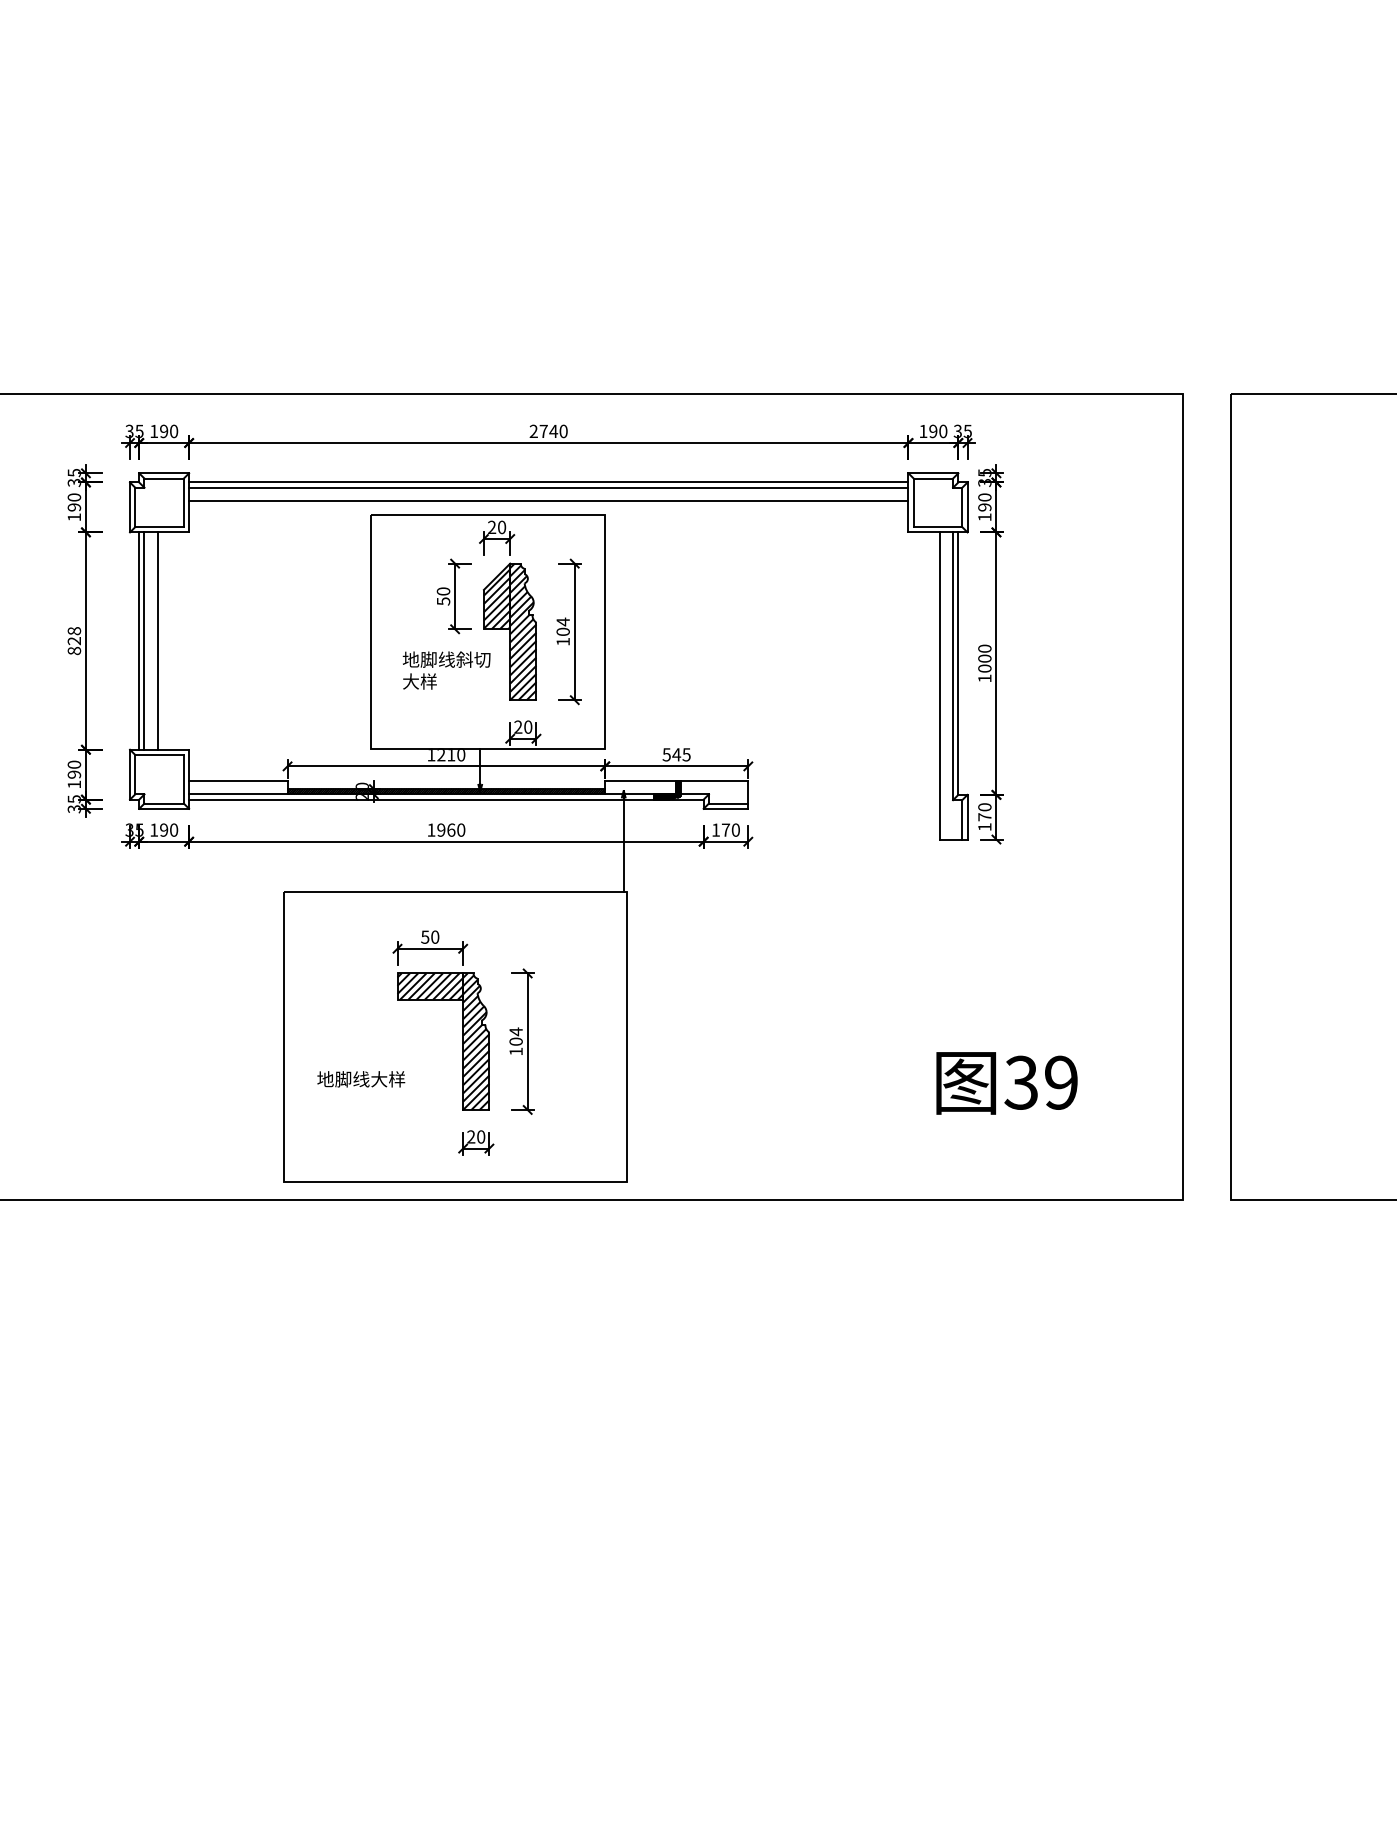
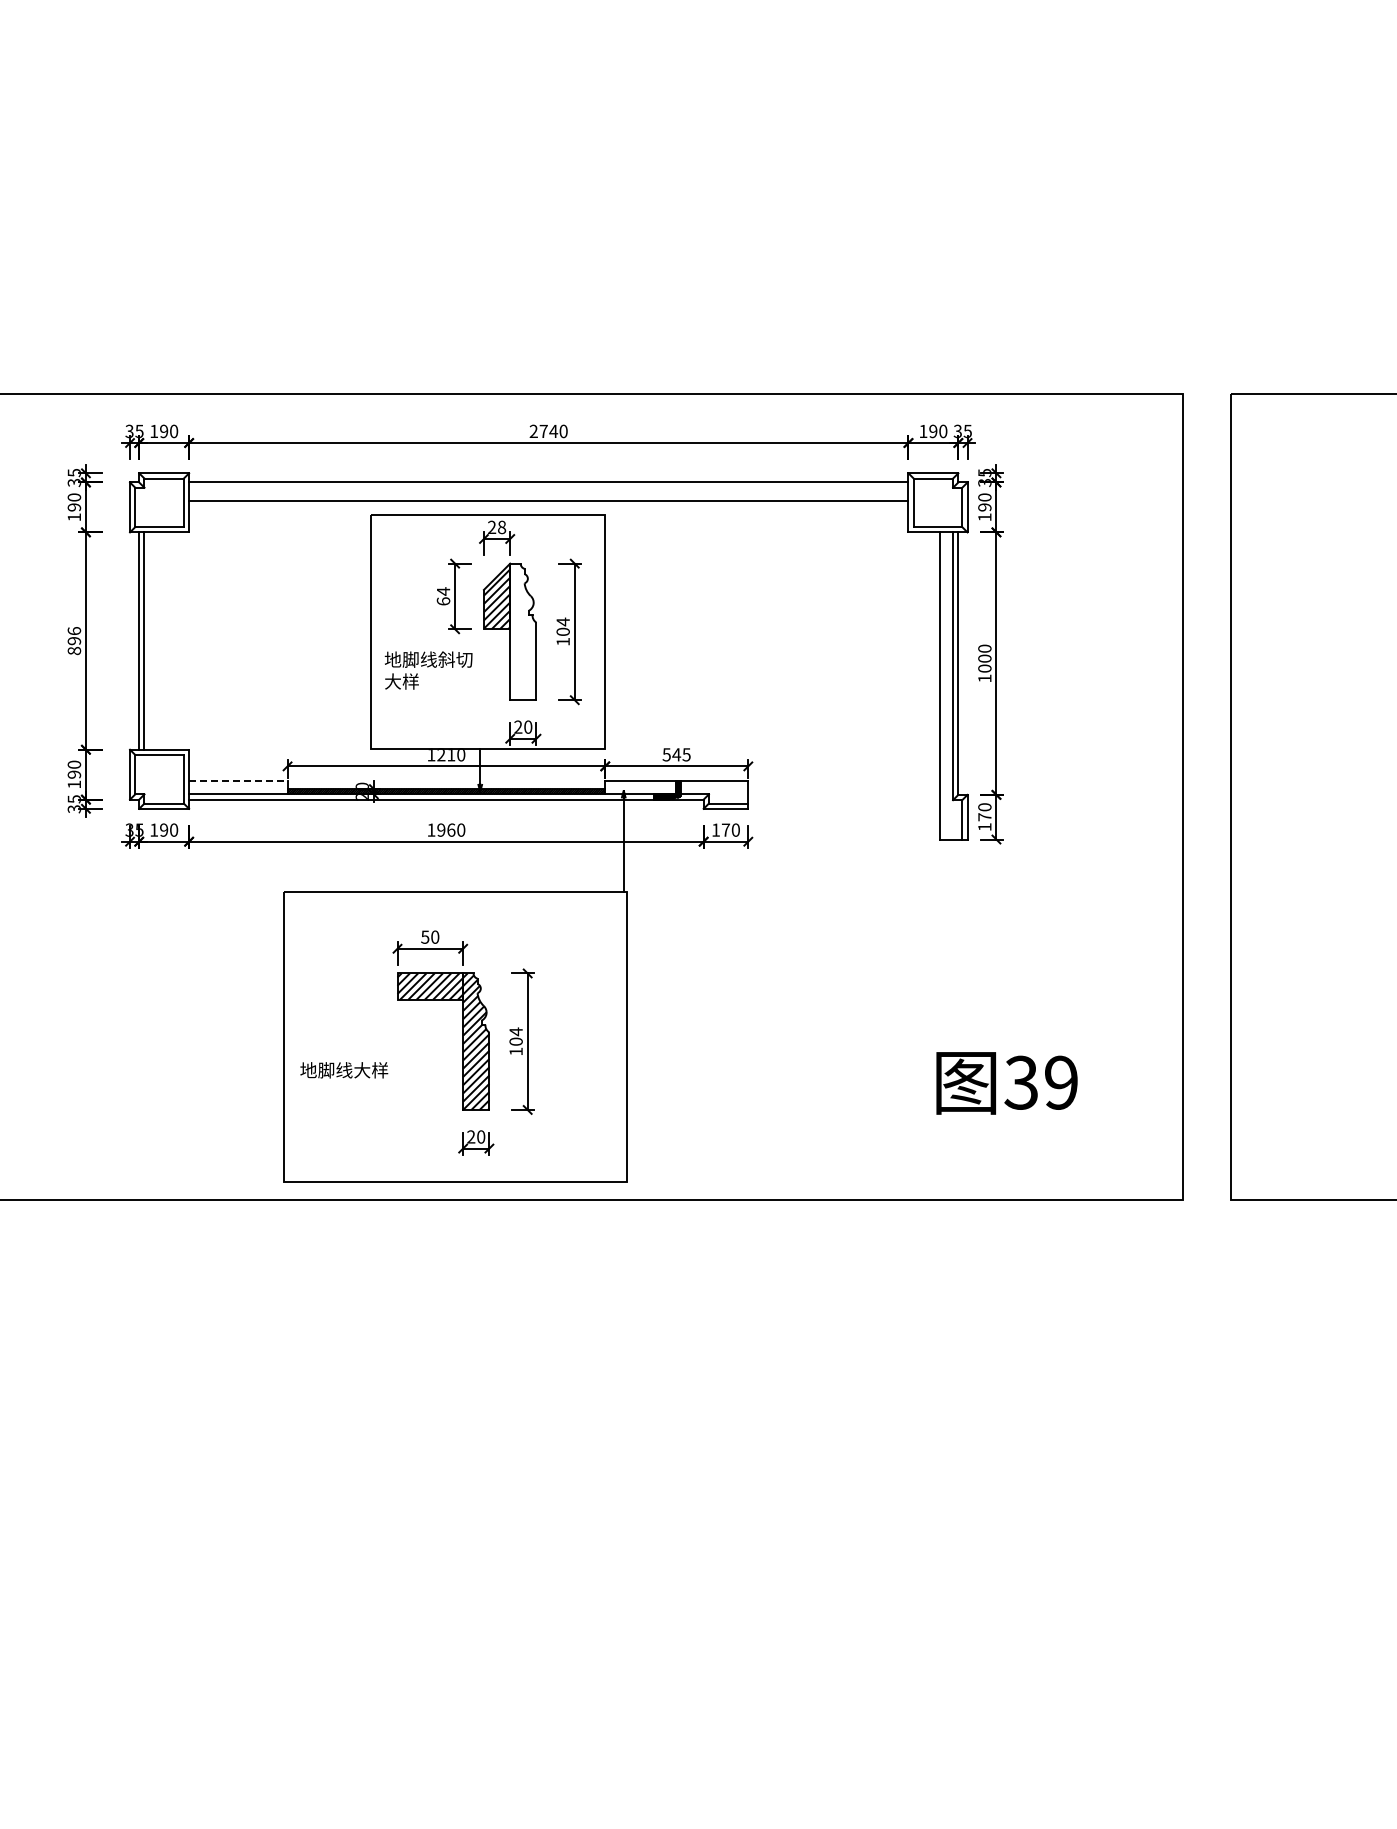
line at (548, 487): present -> none
text at (502, 527): 20 -> 28
text at (443, 596): 50 -> 64
hatch at (523, 631): present -> none
text at (74, 636): 828 -> 896
line at (157, 640): present -> none
text at (446, 670) position: (446, 670) -> (428, 670)
line at (238, 781): solid -> dashed
text at (361, 1079) position: (361, 1079) -> (344, 1070)
